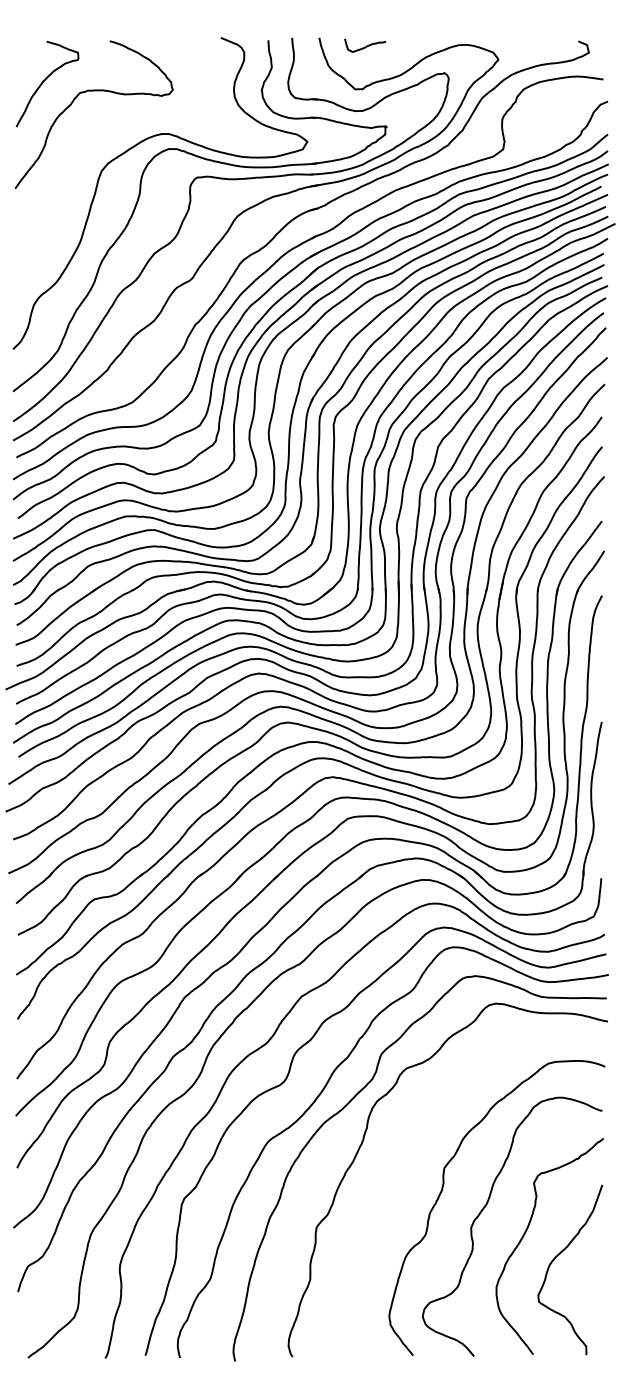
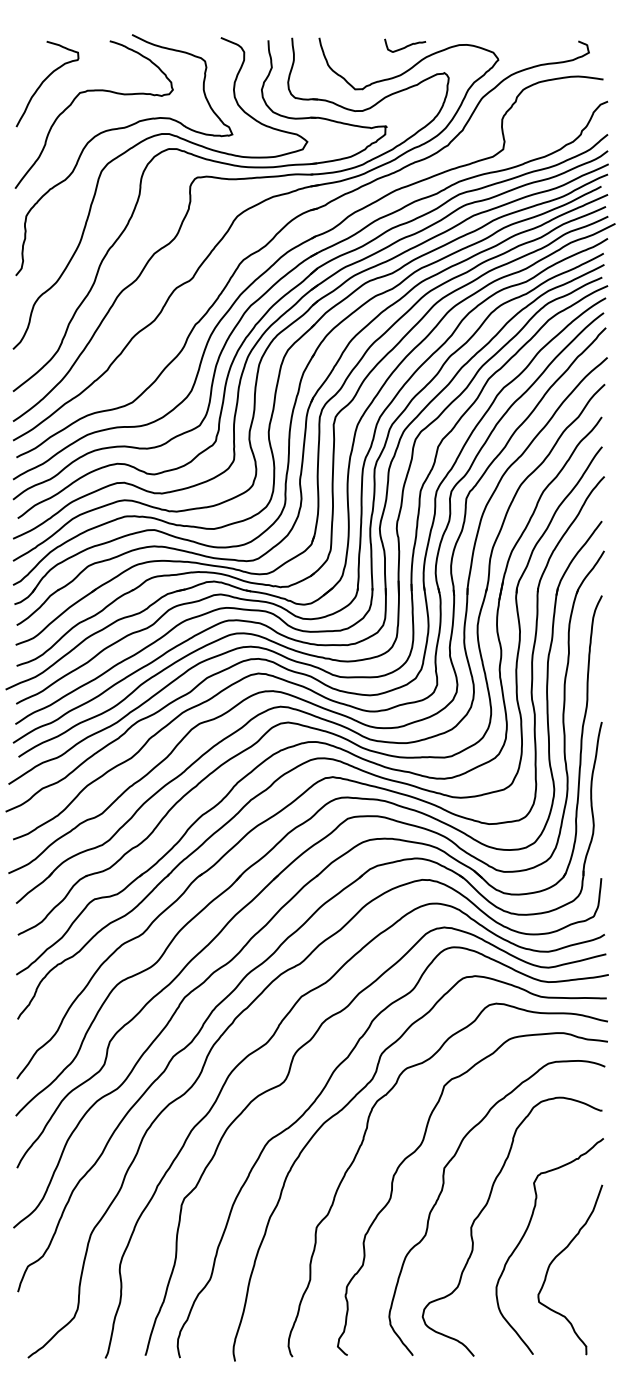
curve at (366, 45) position: (366, 45) -> (406, 45)
curve at (121, 129): none -> present
curve at (417, 1150): none -> present
